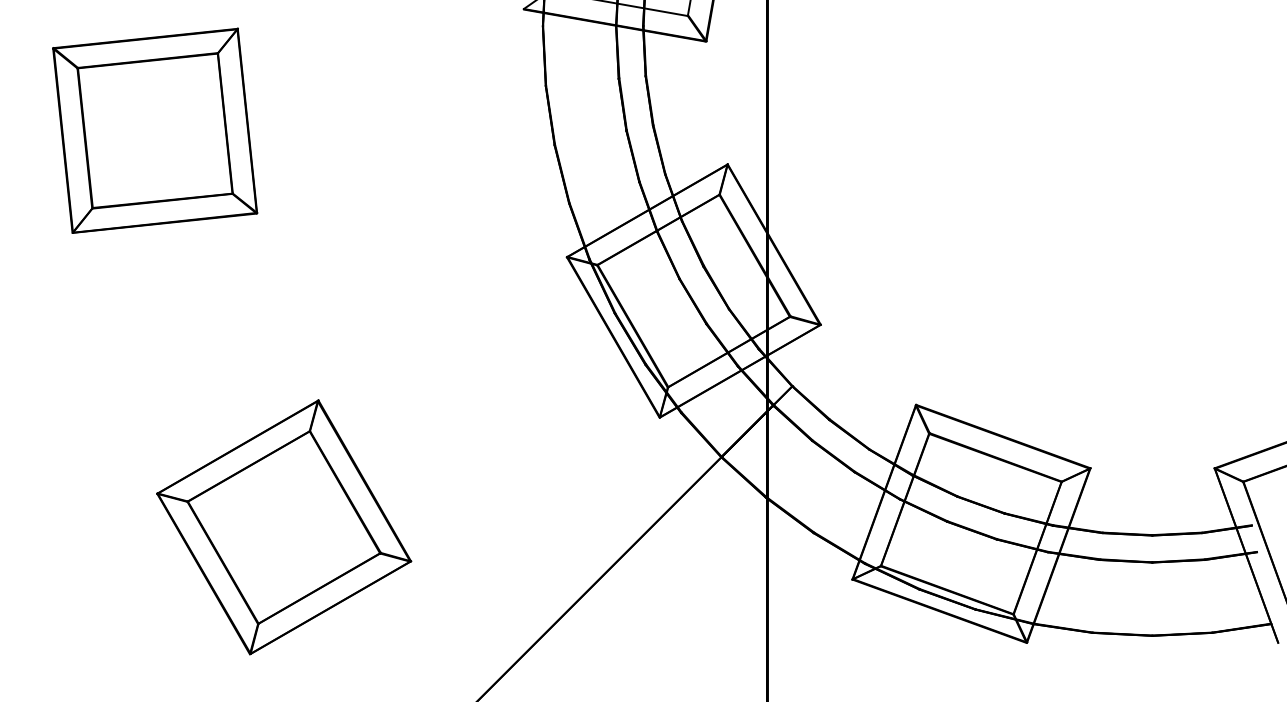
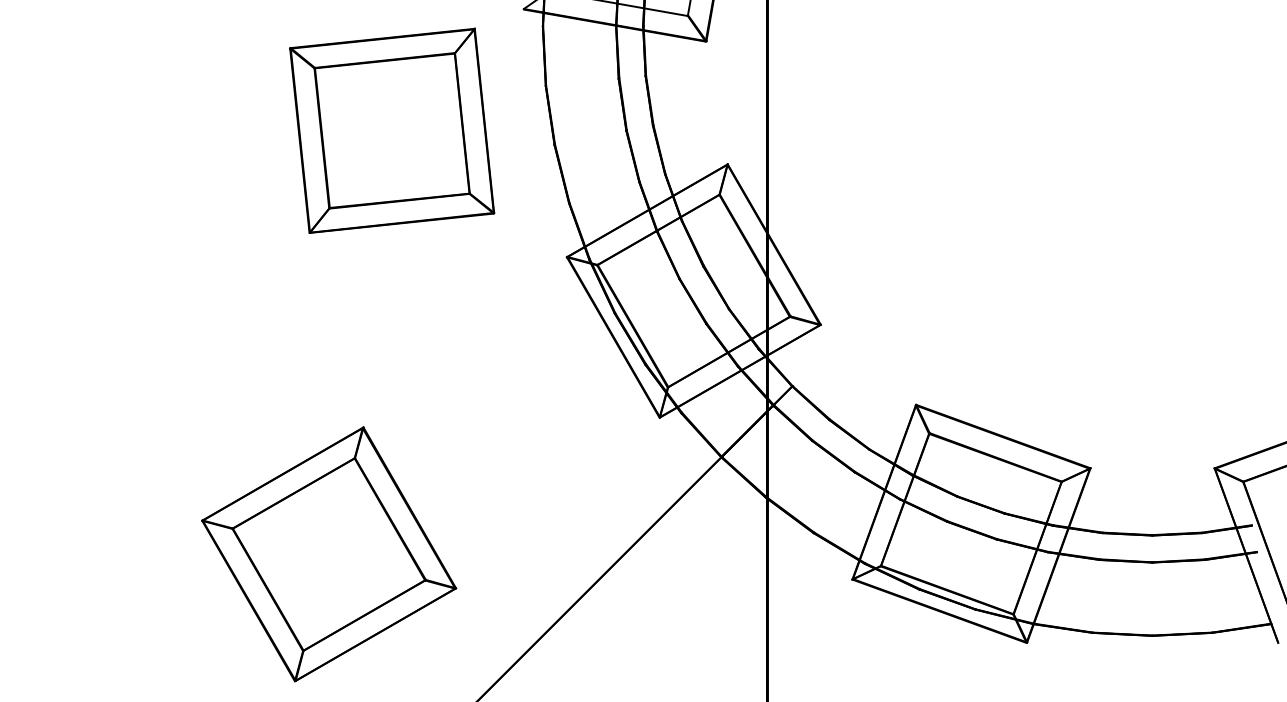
part at (155, 130) position: (155, 130) -> (392, 130)
part at (284, 527) position: (284, 527) -> (329, 554)
